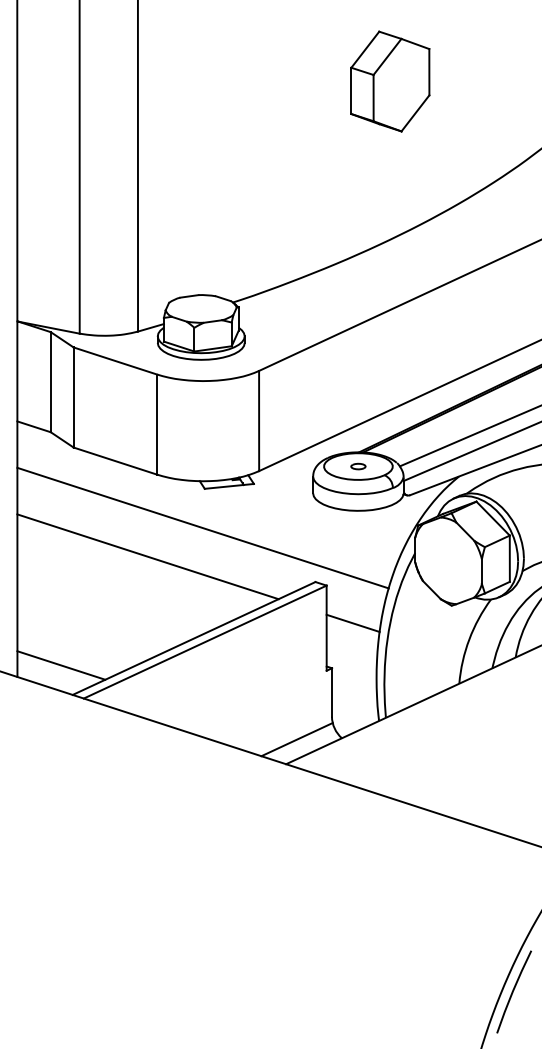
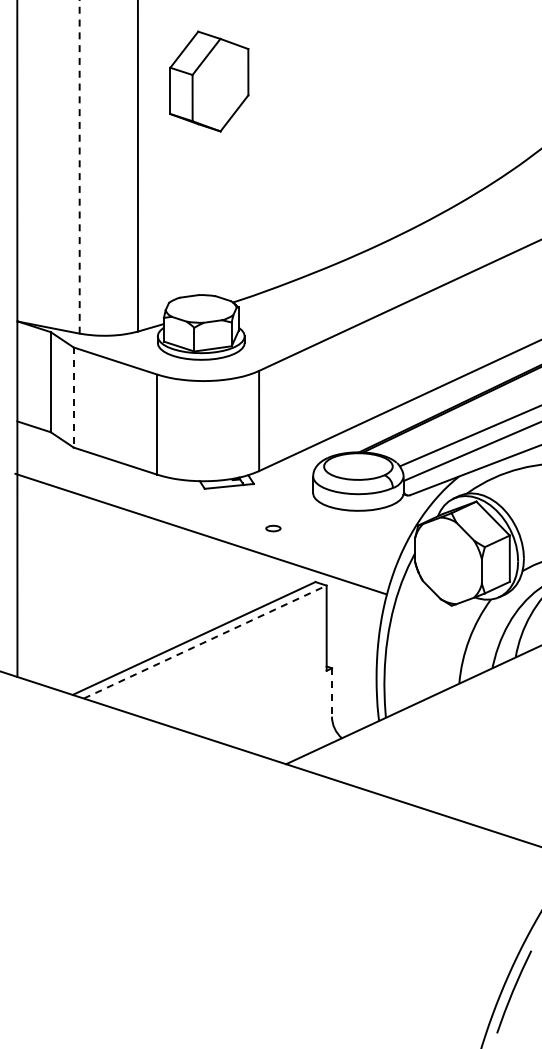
part at (390, 81) position: (390, 81) -> (209, 81)
line at (79, 166): solid -> dashed
line at (73, 398): solid -> dashed
part at (358, 466) position: (358, 466) -> (273, 528)
line at (202, 527) position: (202, 527) -> (200, 533)
line at (147, 556): present -> none
line at (352, 623): present -> none
line at (205, 642): solid -> dashed
line at (61, 665): present -> none
line at (332, 692): solid -> dashed
line at (296, 739): present -> none
